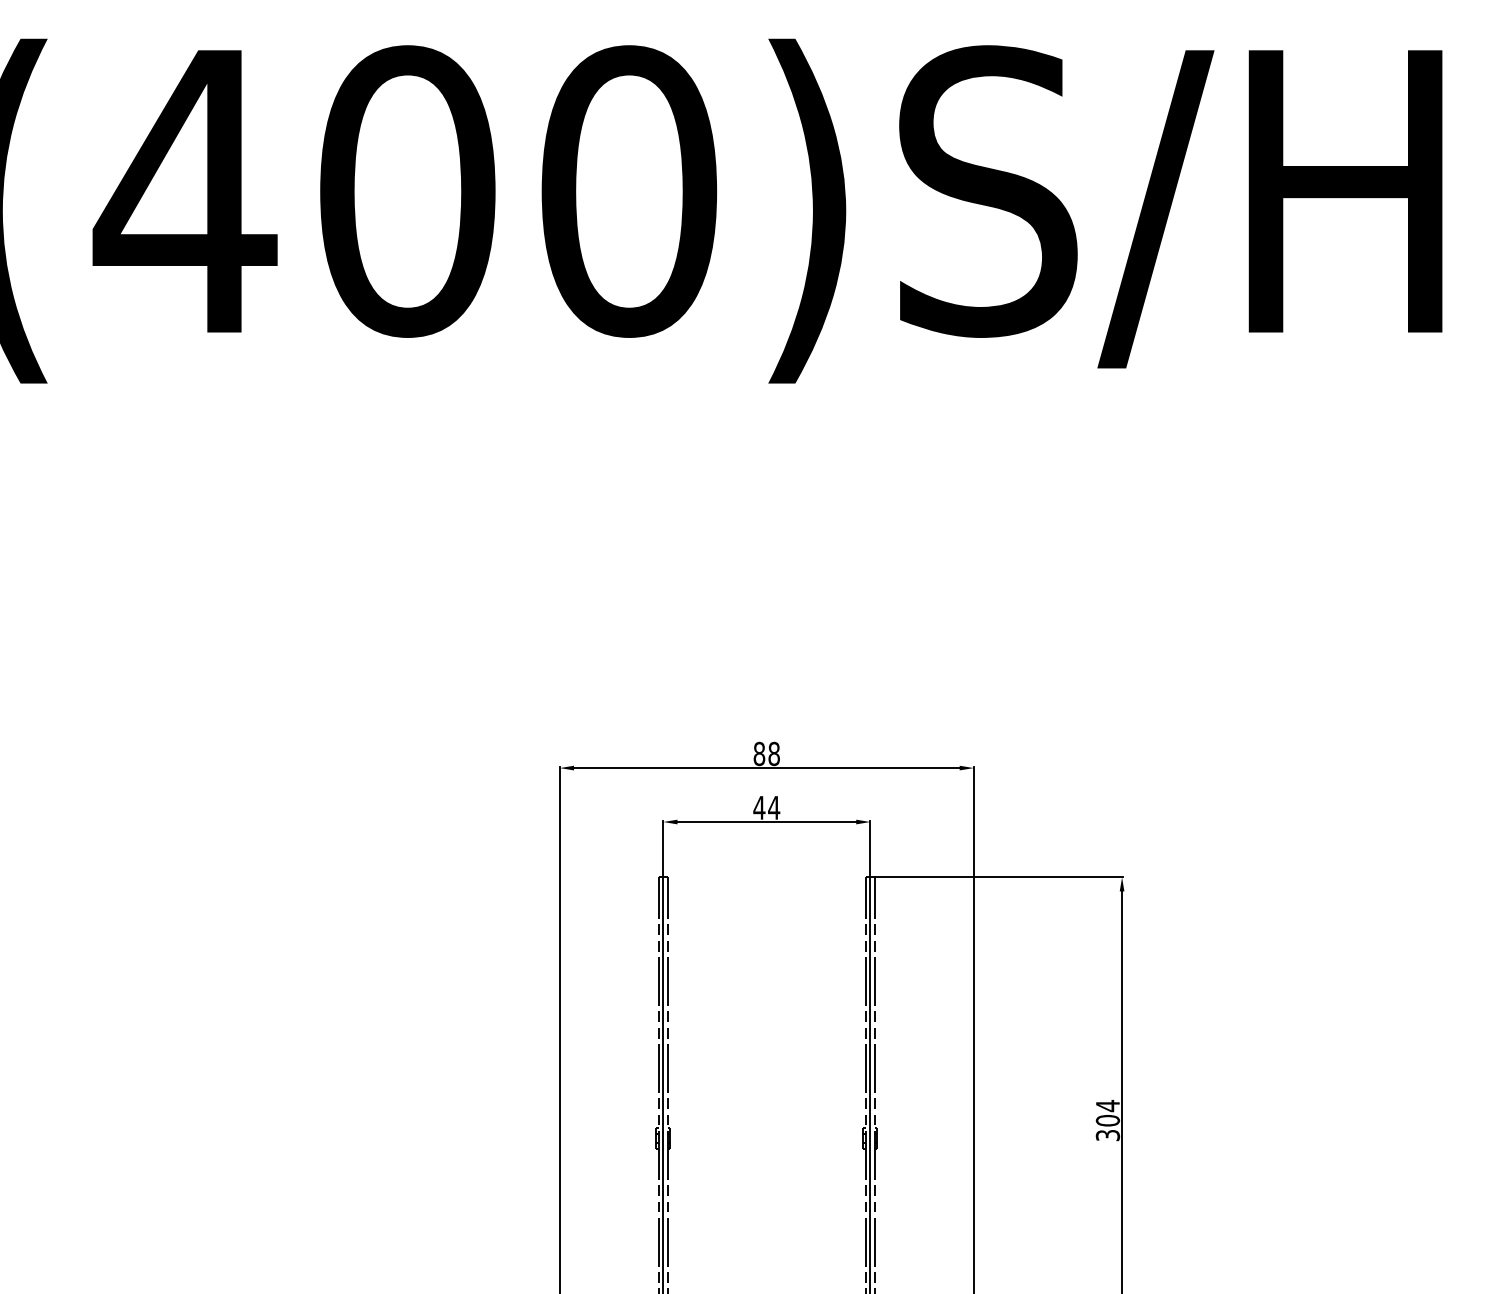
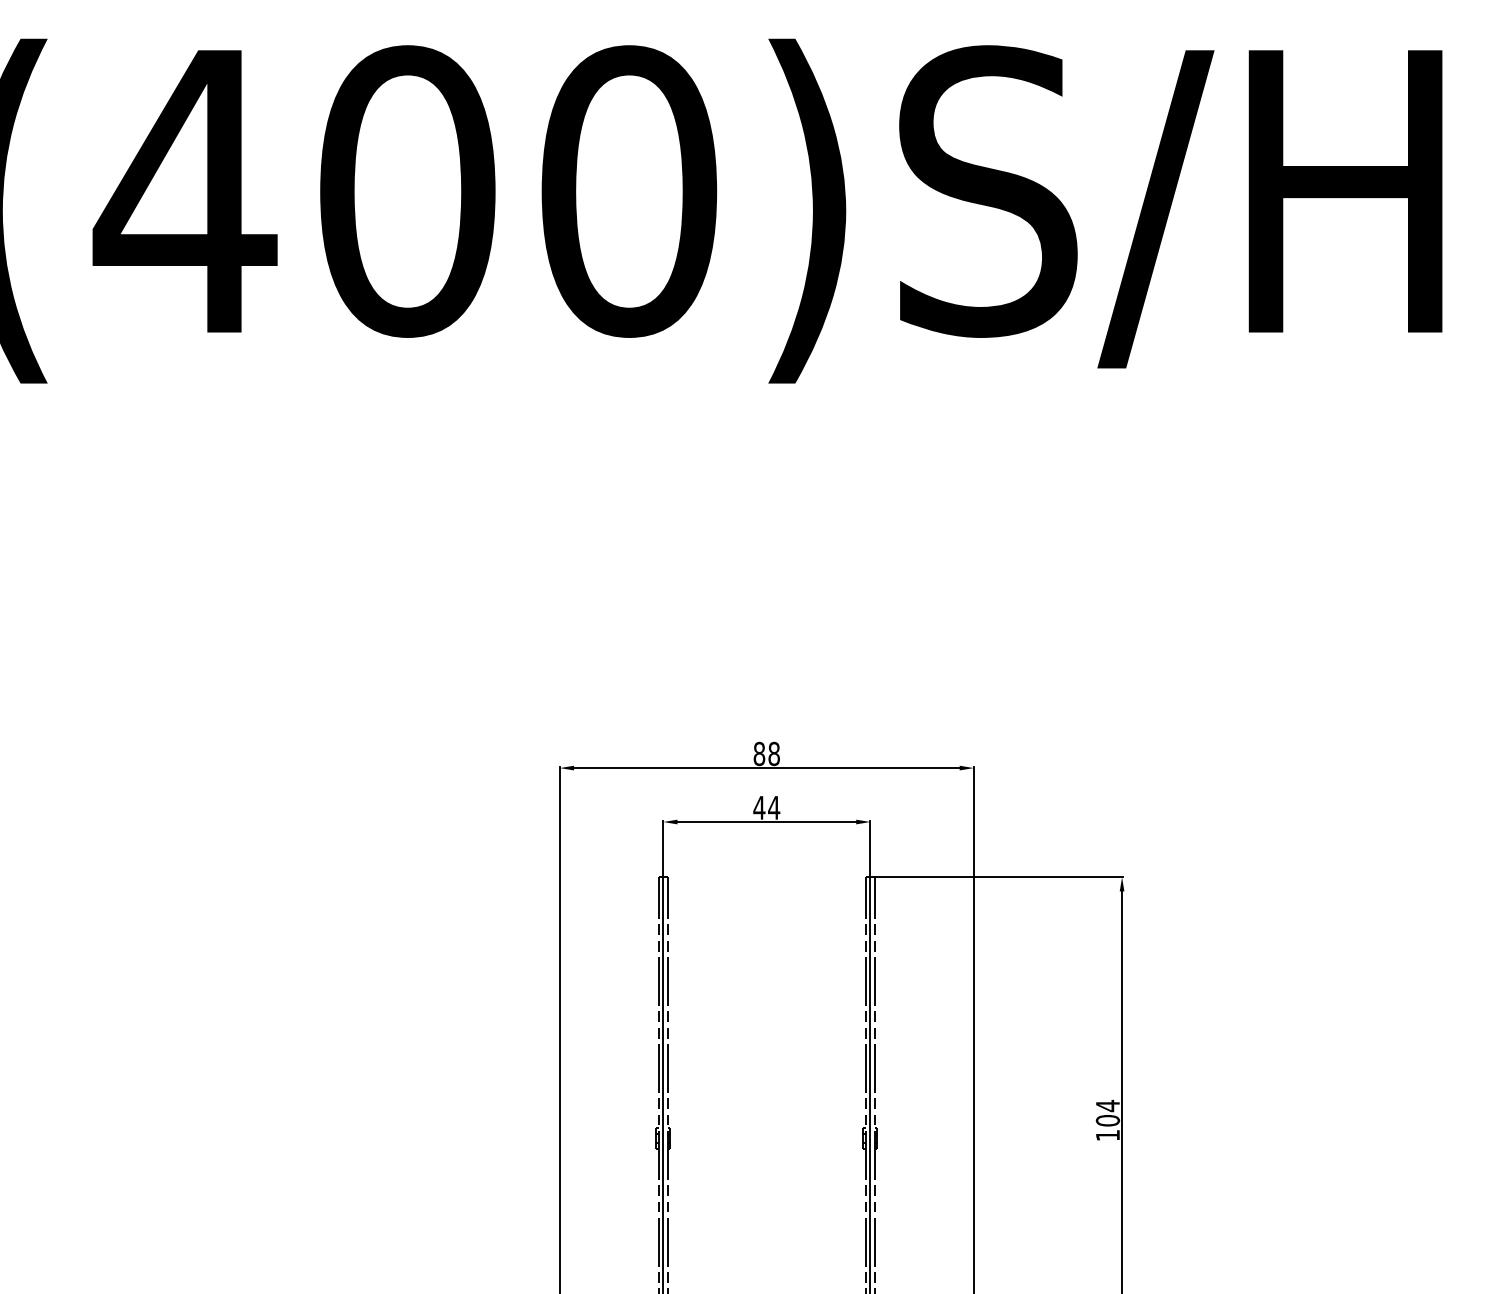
text at (1107, 1135): 304 -> 104
